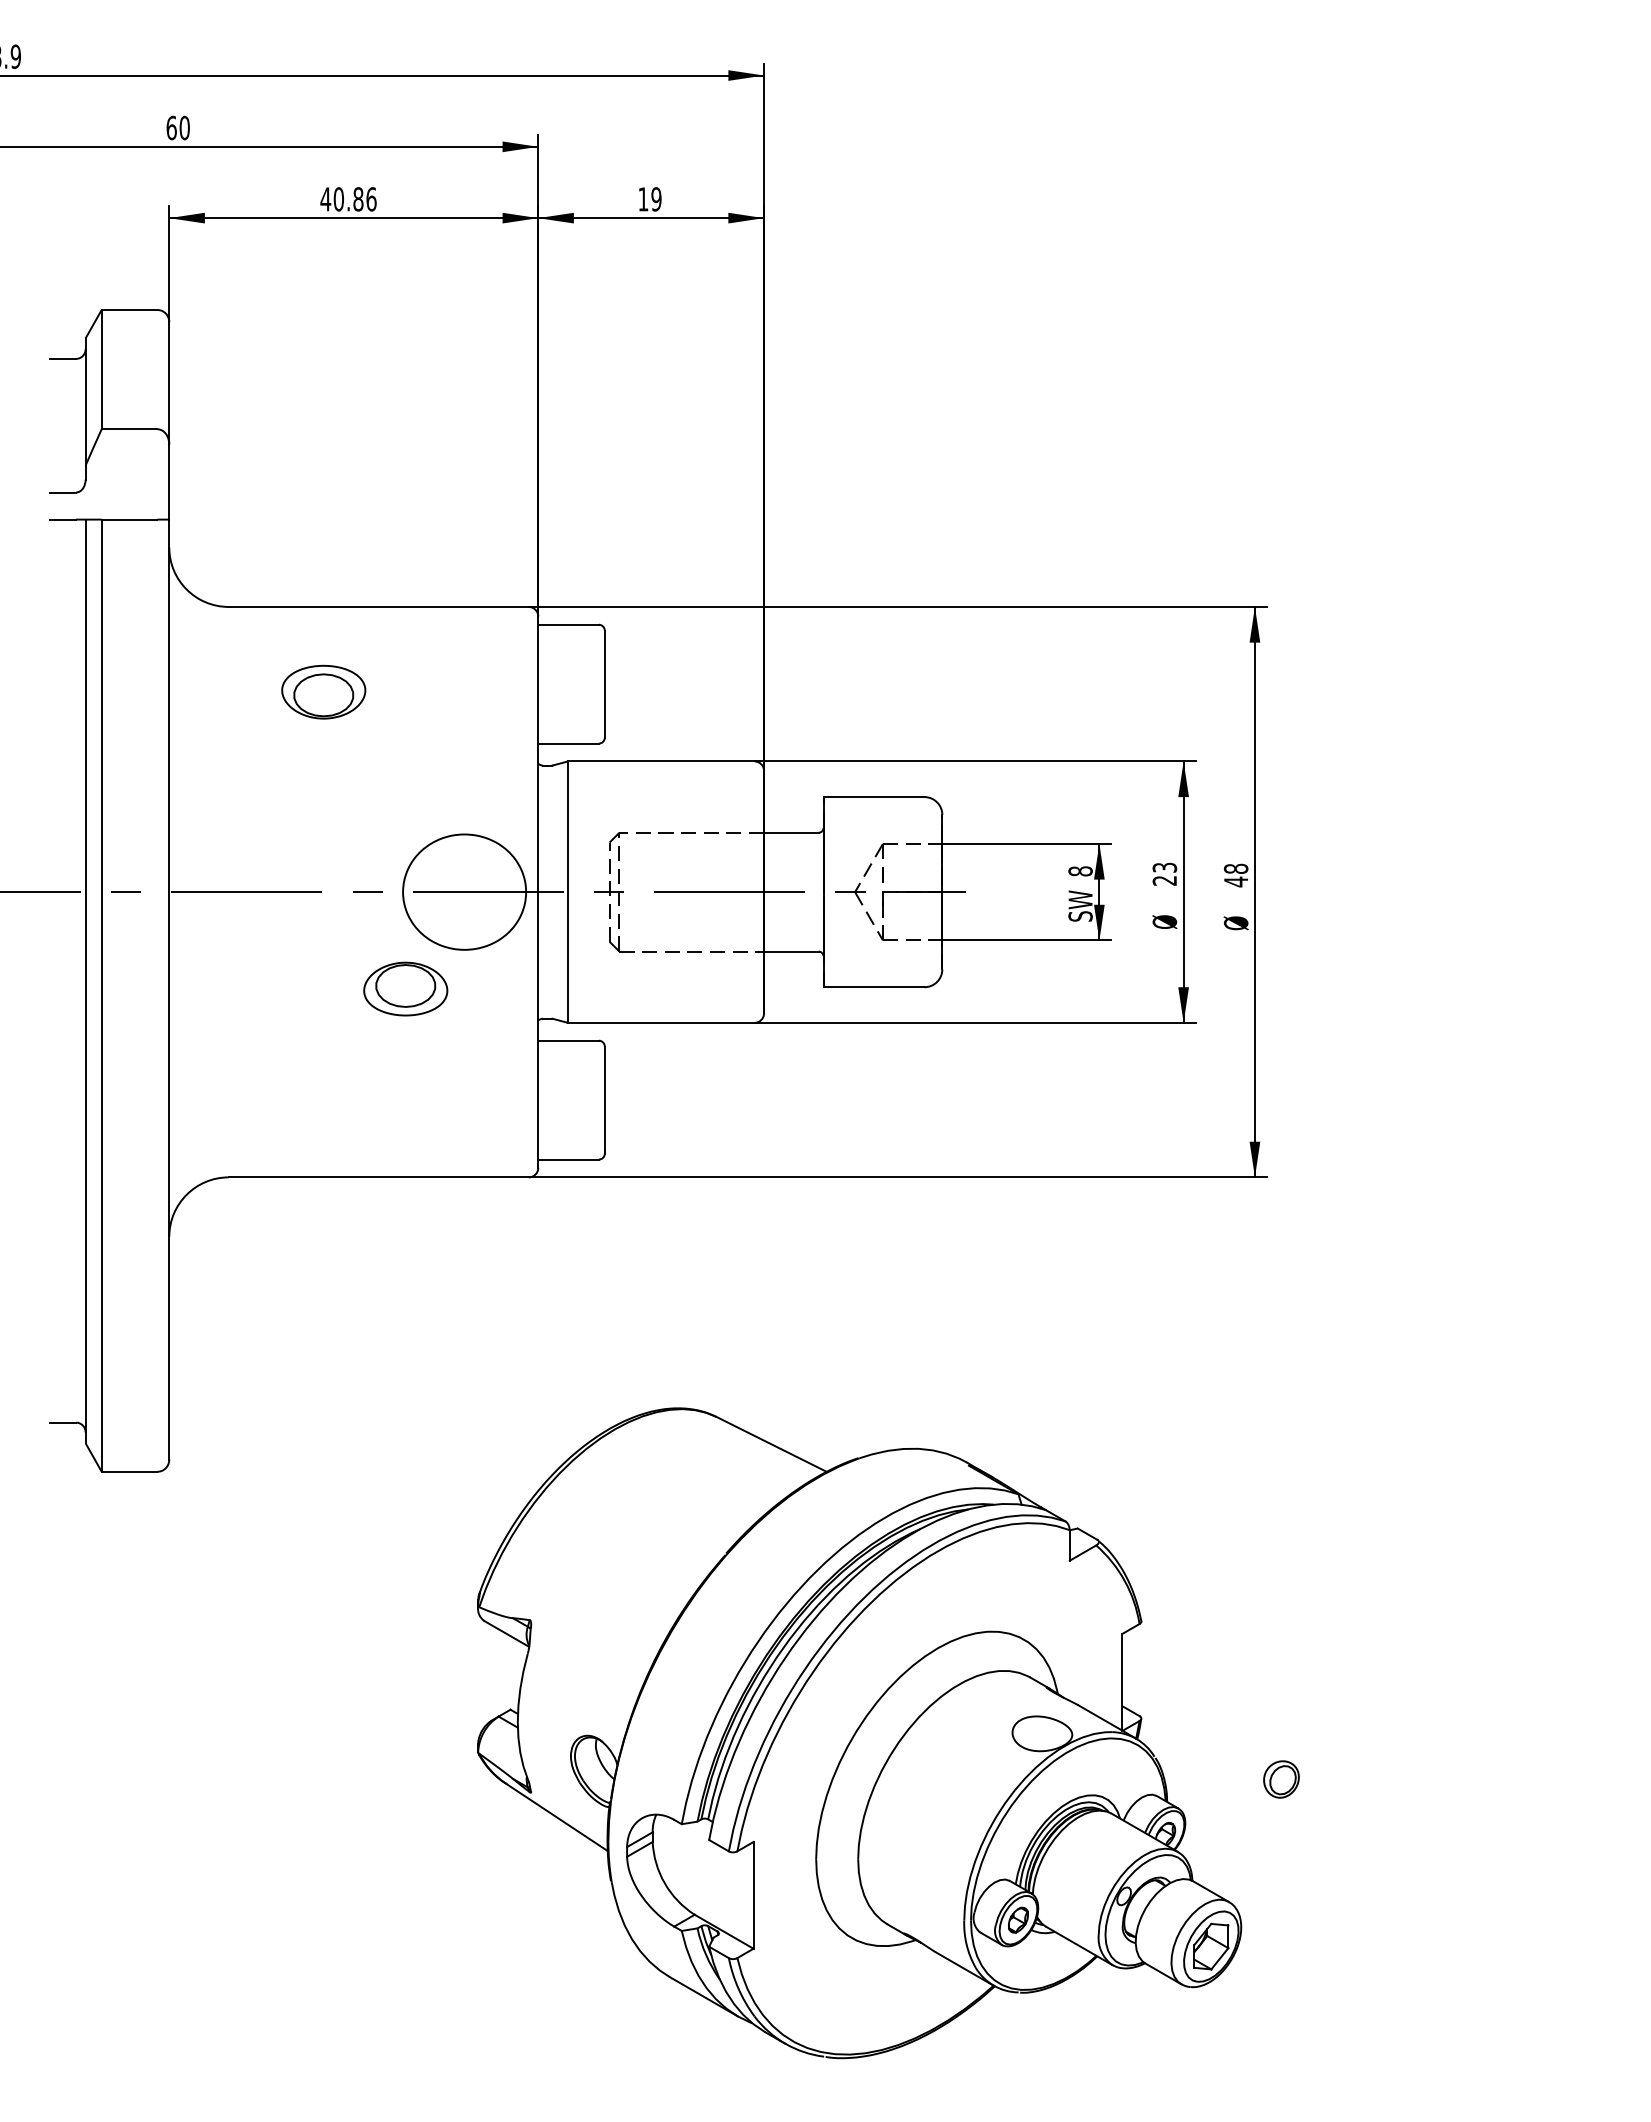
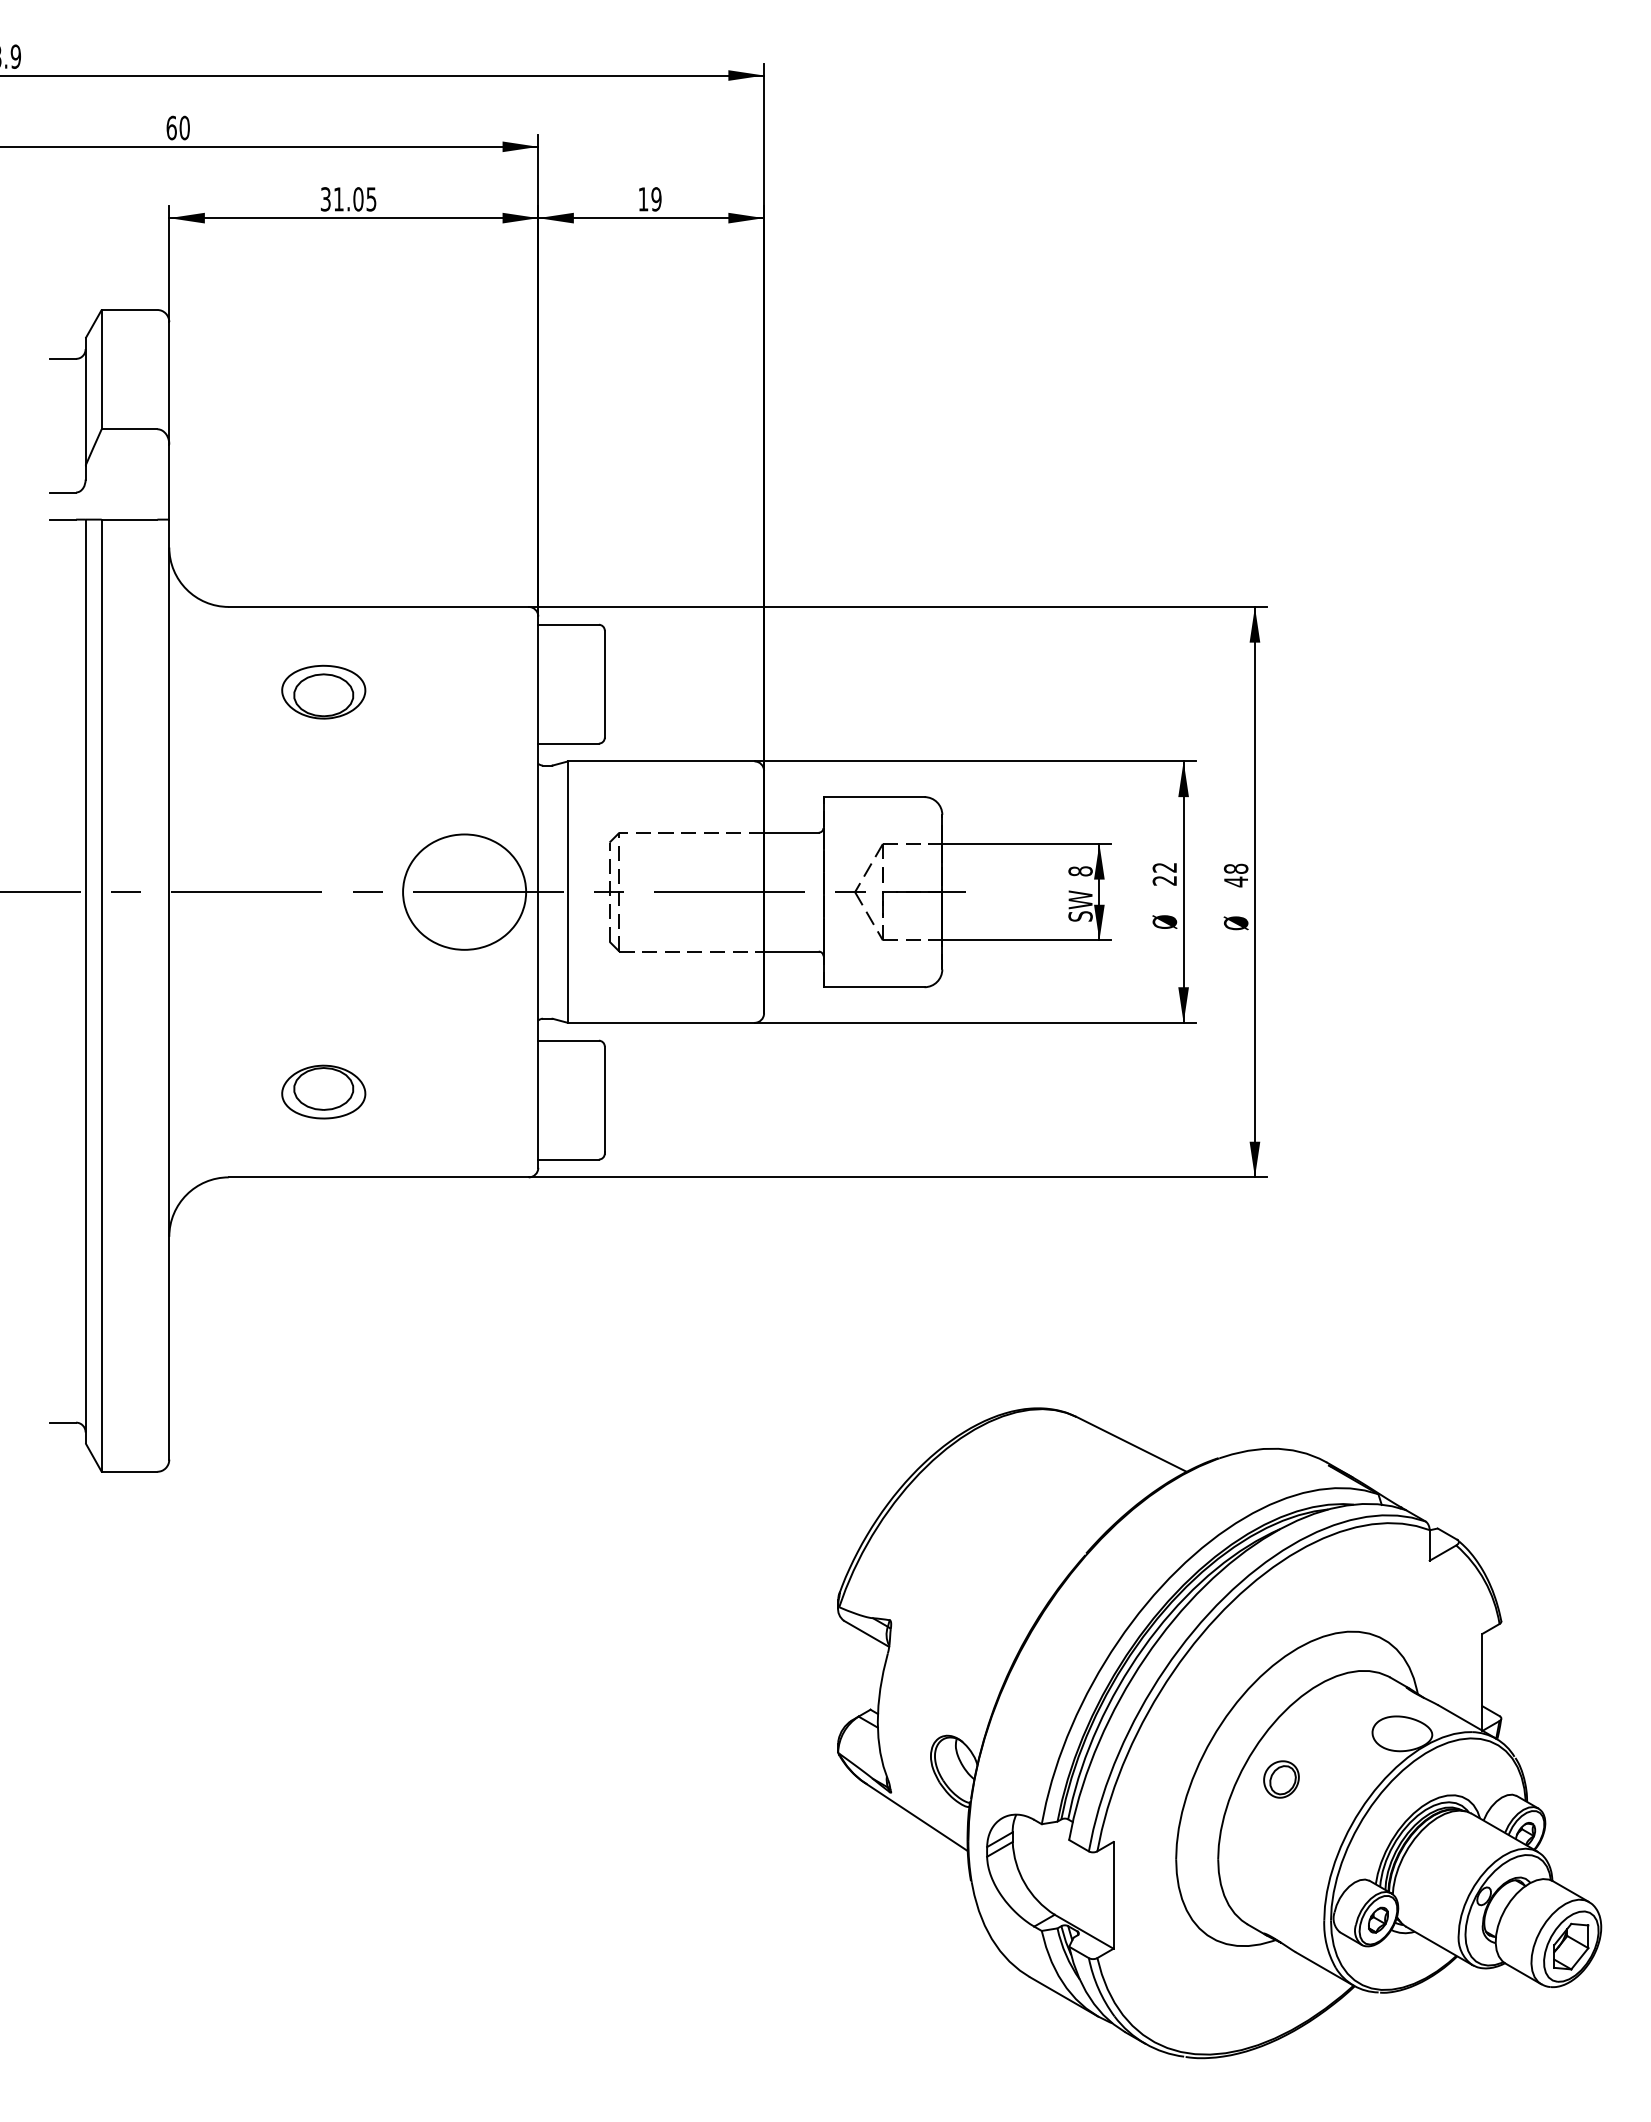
text at (348, 199): 40.86 -> 31.05
text at (1165, 867): 23 -> 22
part at (405, 988) position: (405, 988) -> (323, 1091)
part at (859, 1733) position: (859, 1733) -> (1219, 1733)
